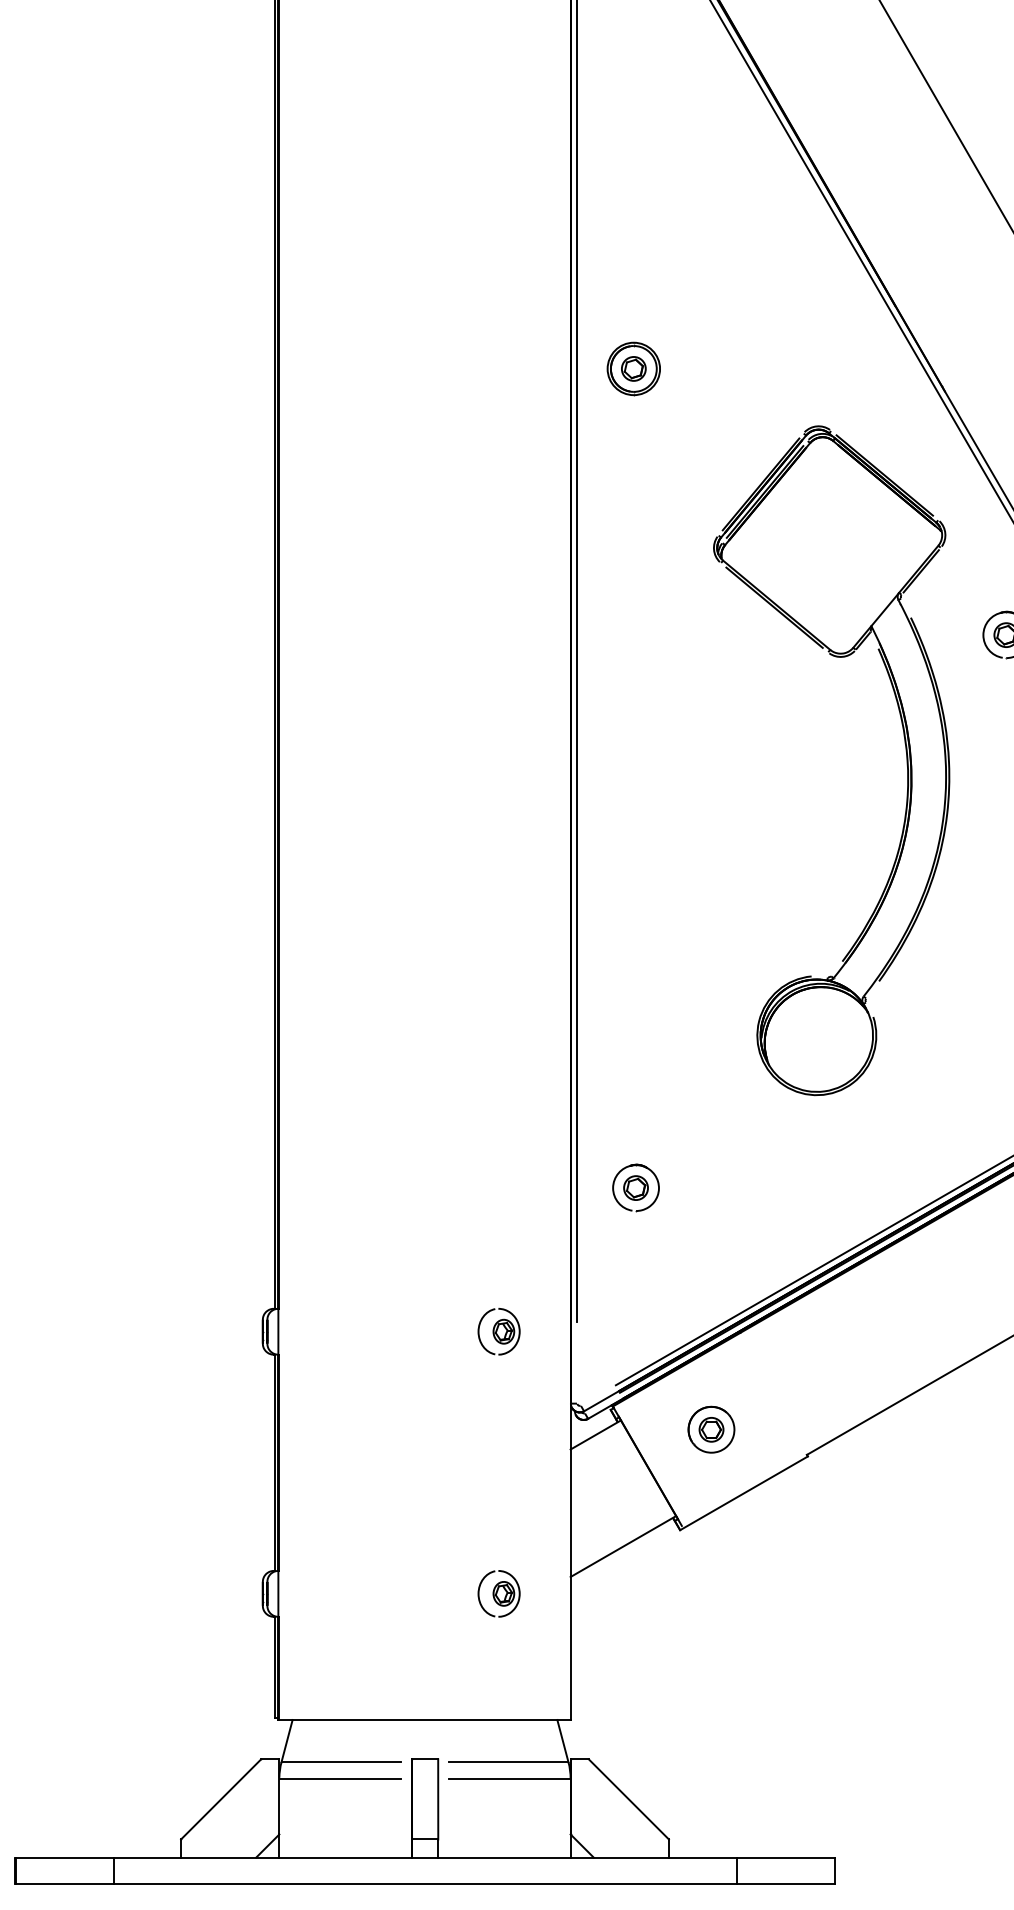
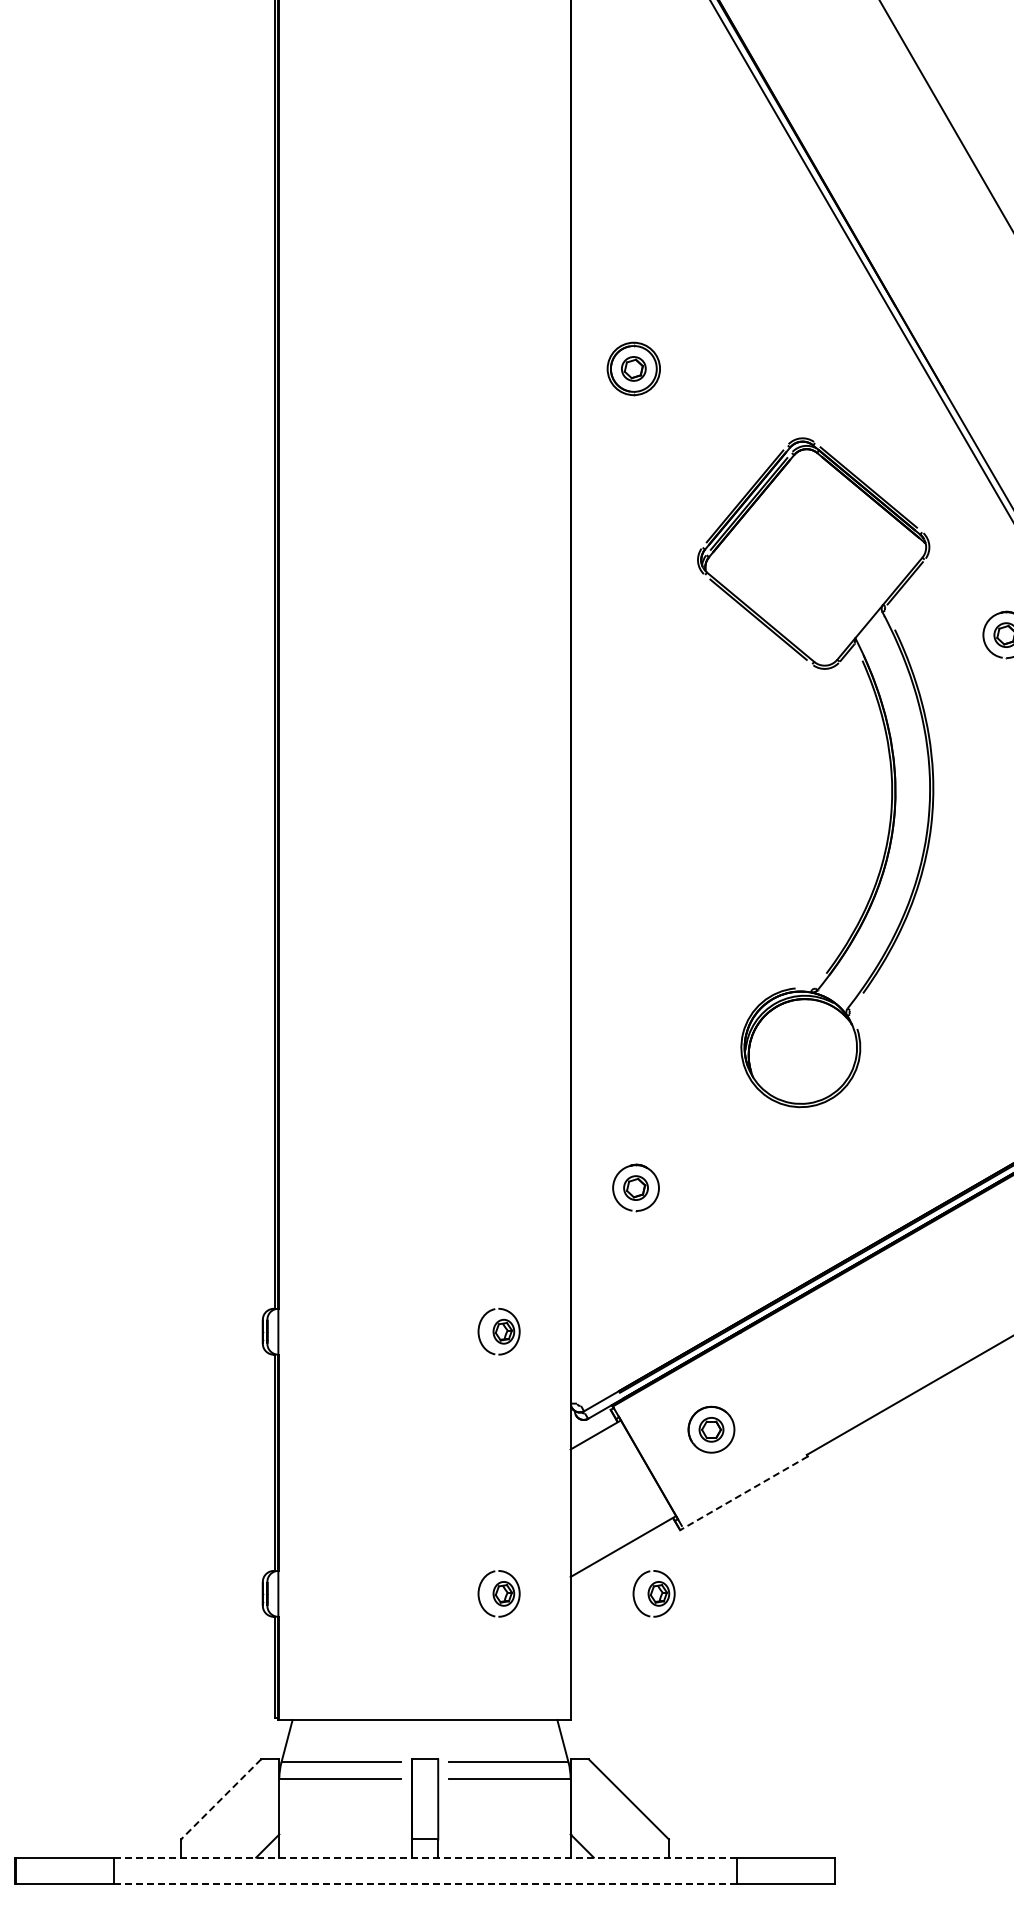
line at (577, 662): present -> none
part at (905, 751) position: (905, 751) -> (889, 763)
line at (812, 1271): present -> none
line at (744, 1493): solid -> dashed
part at (653, 1593): none -> present
line at (221, 1799): solid -> dashed
line at (424, 1857): solid -> dashed
line at (424, 1883): solid -> dashed
